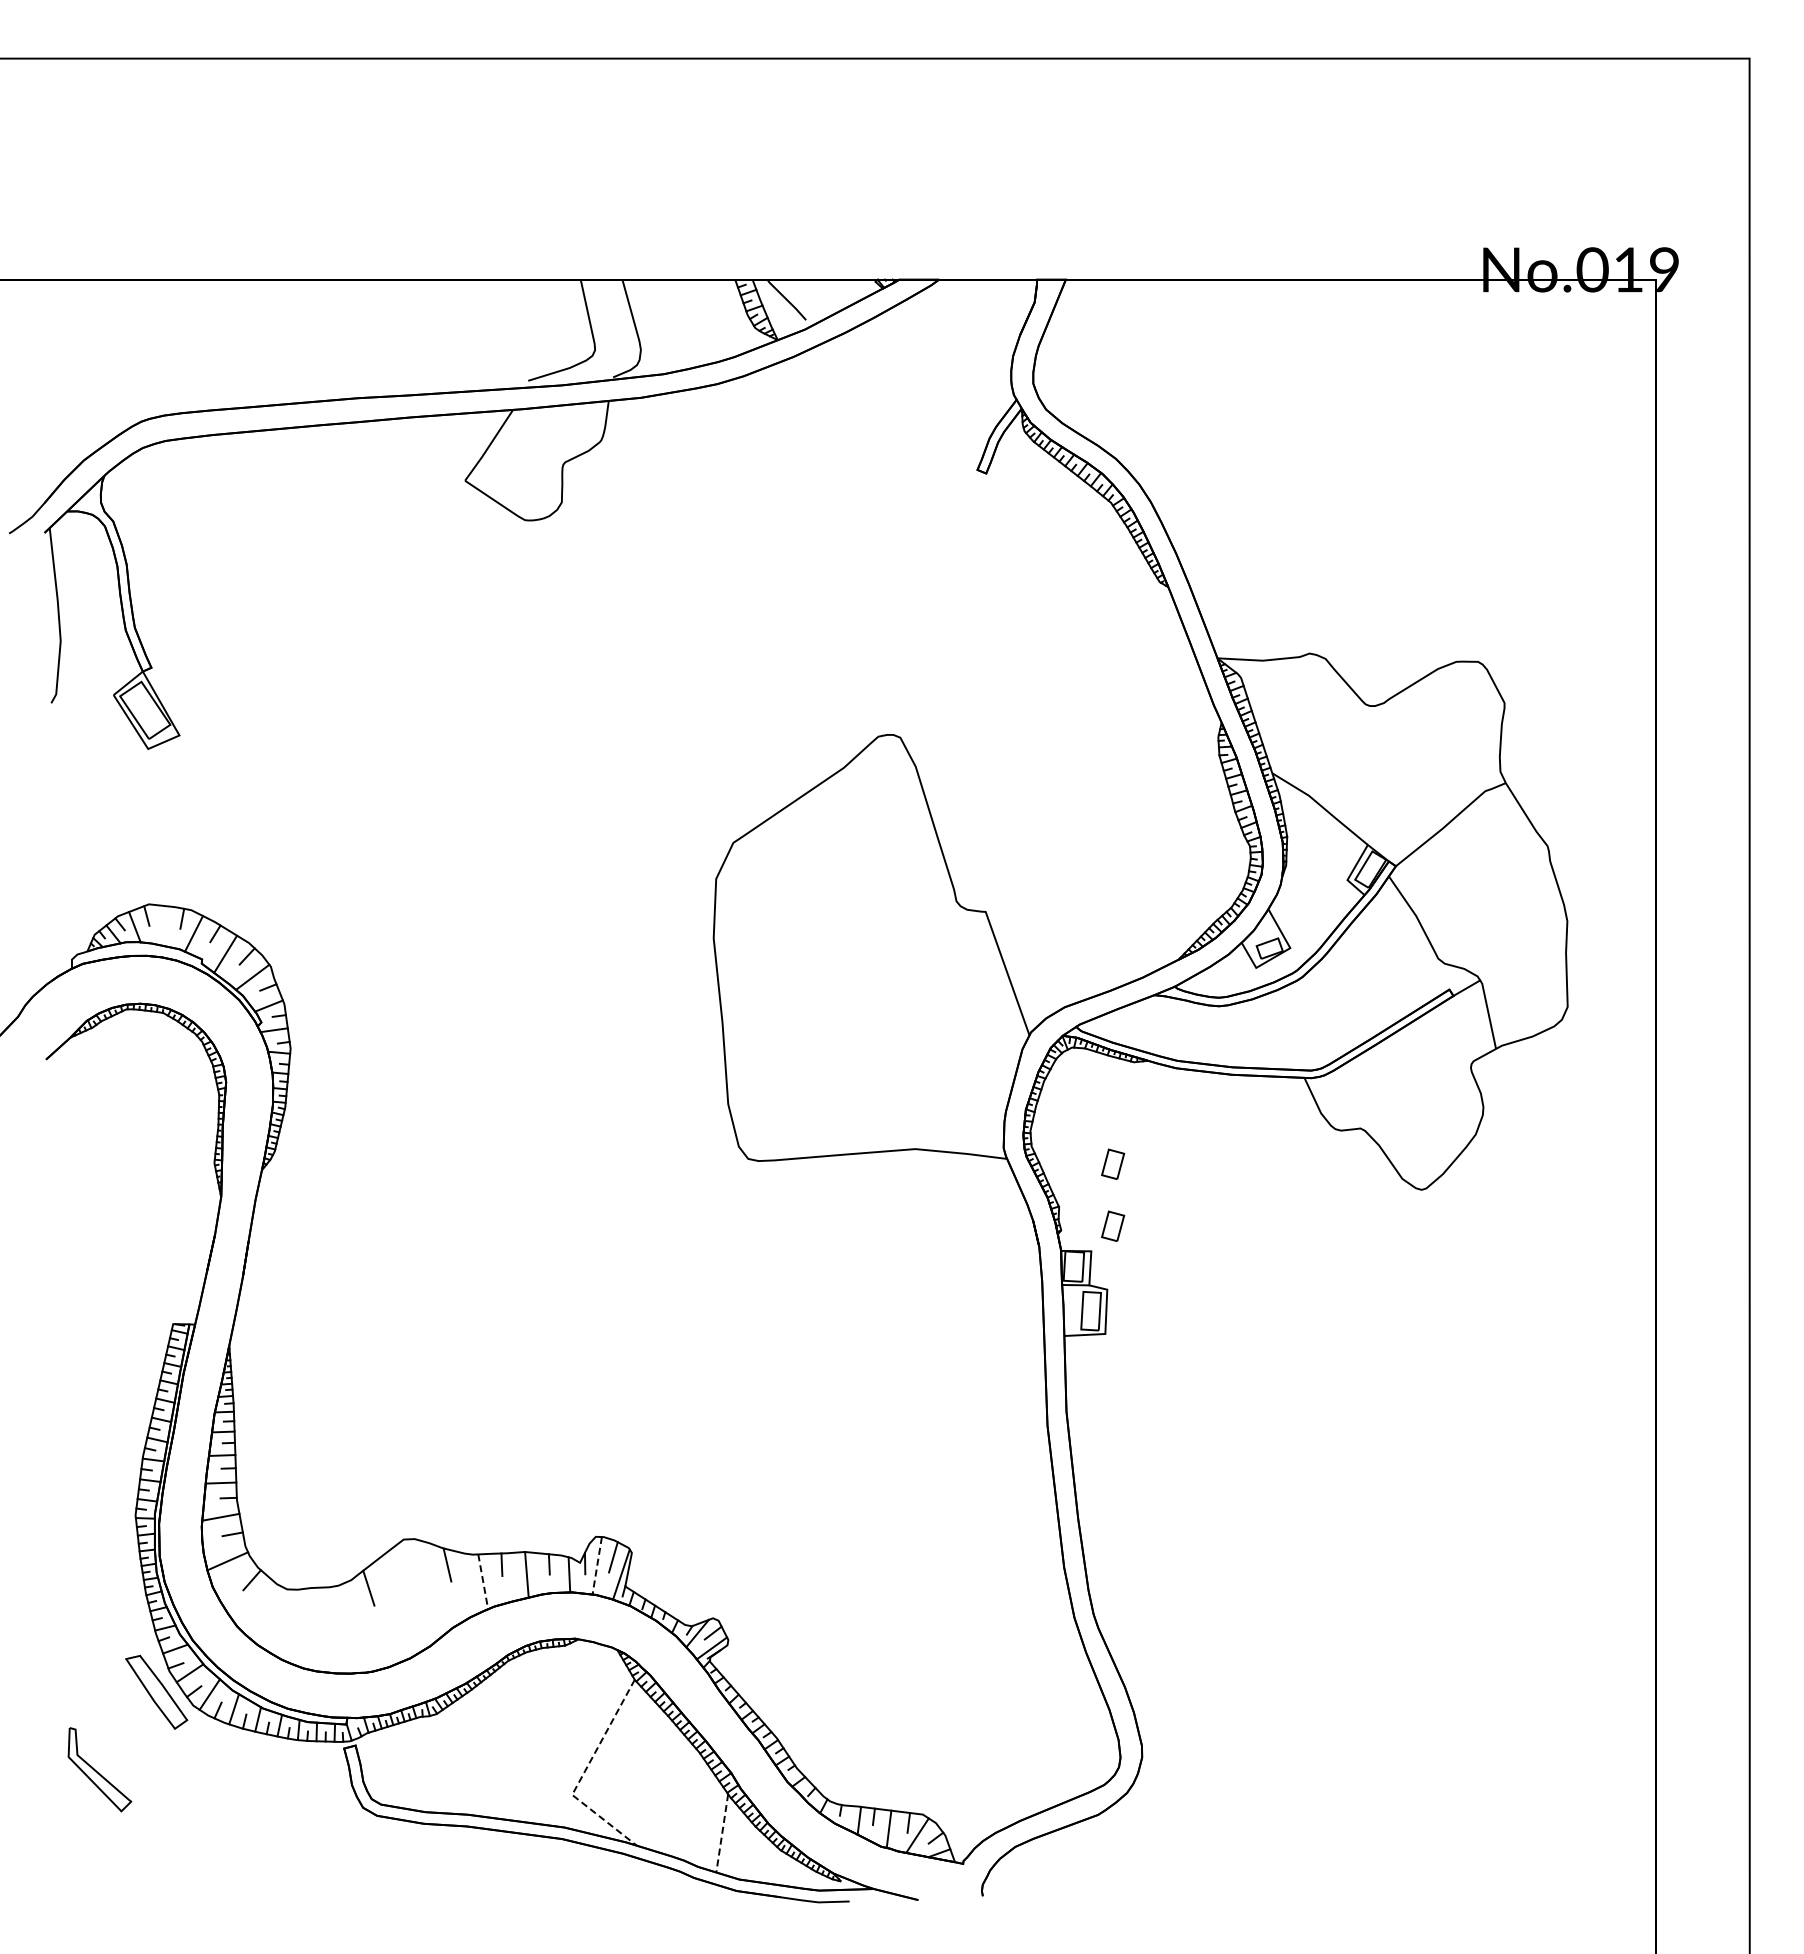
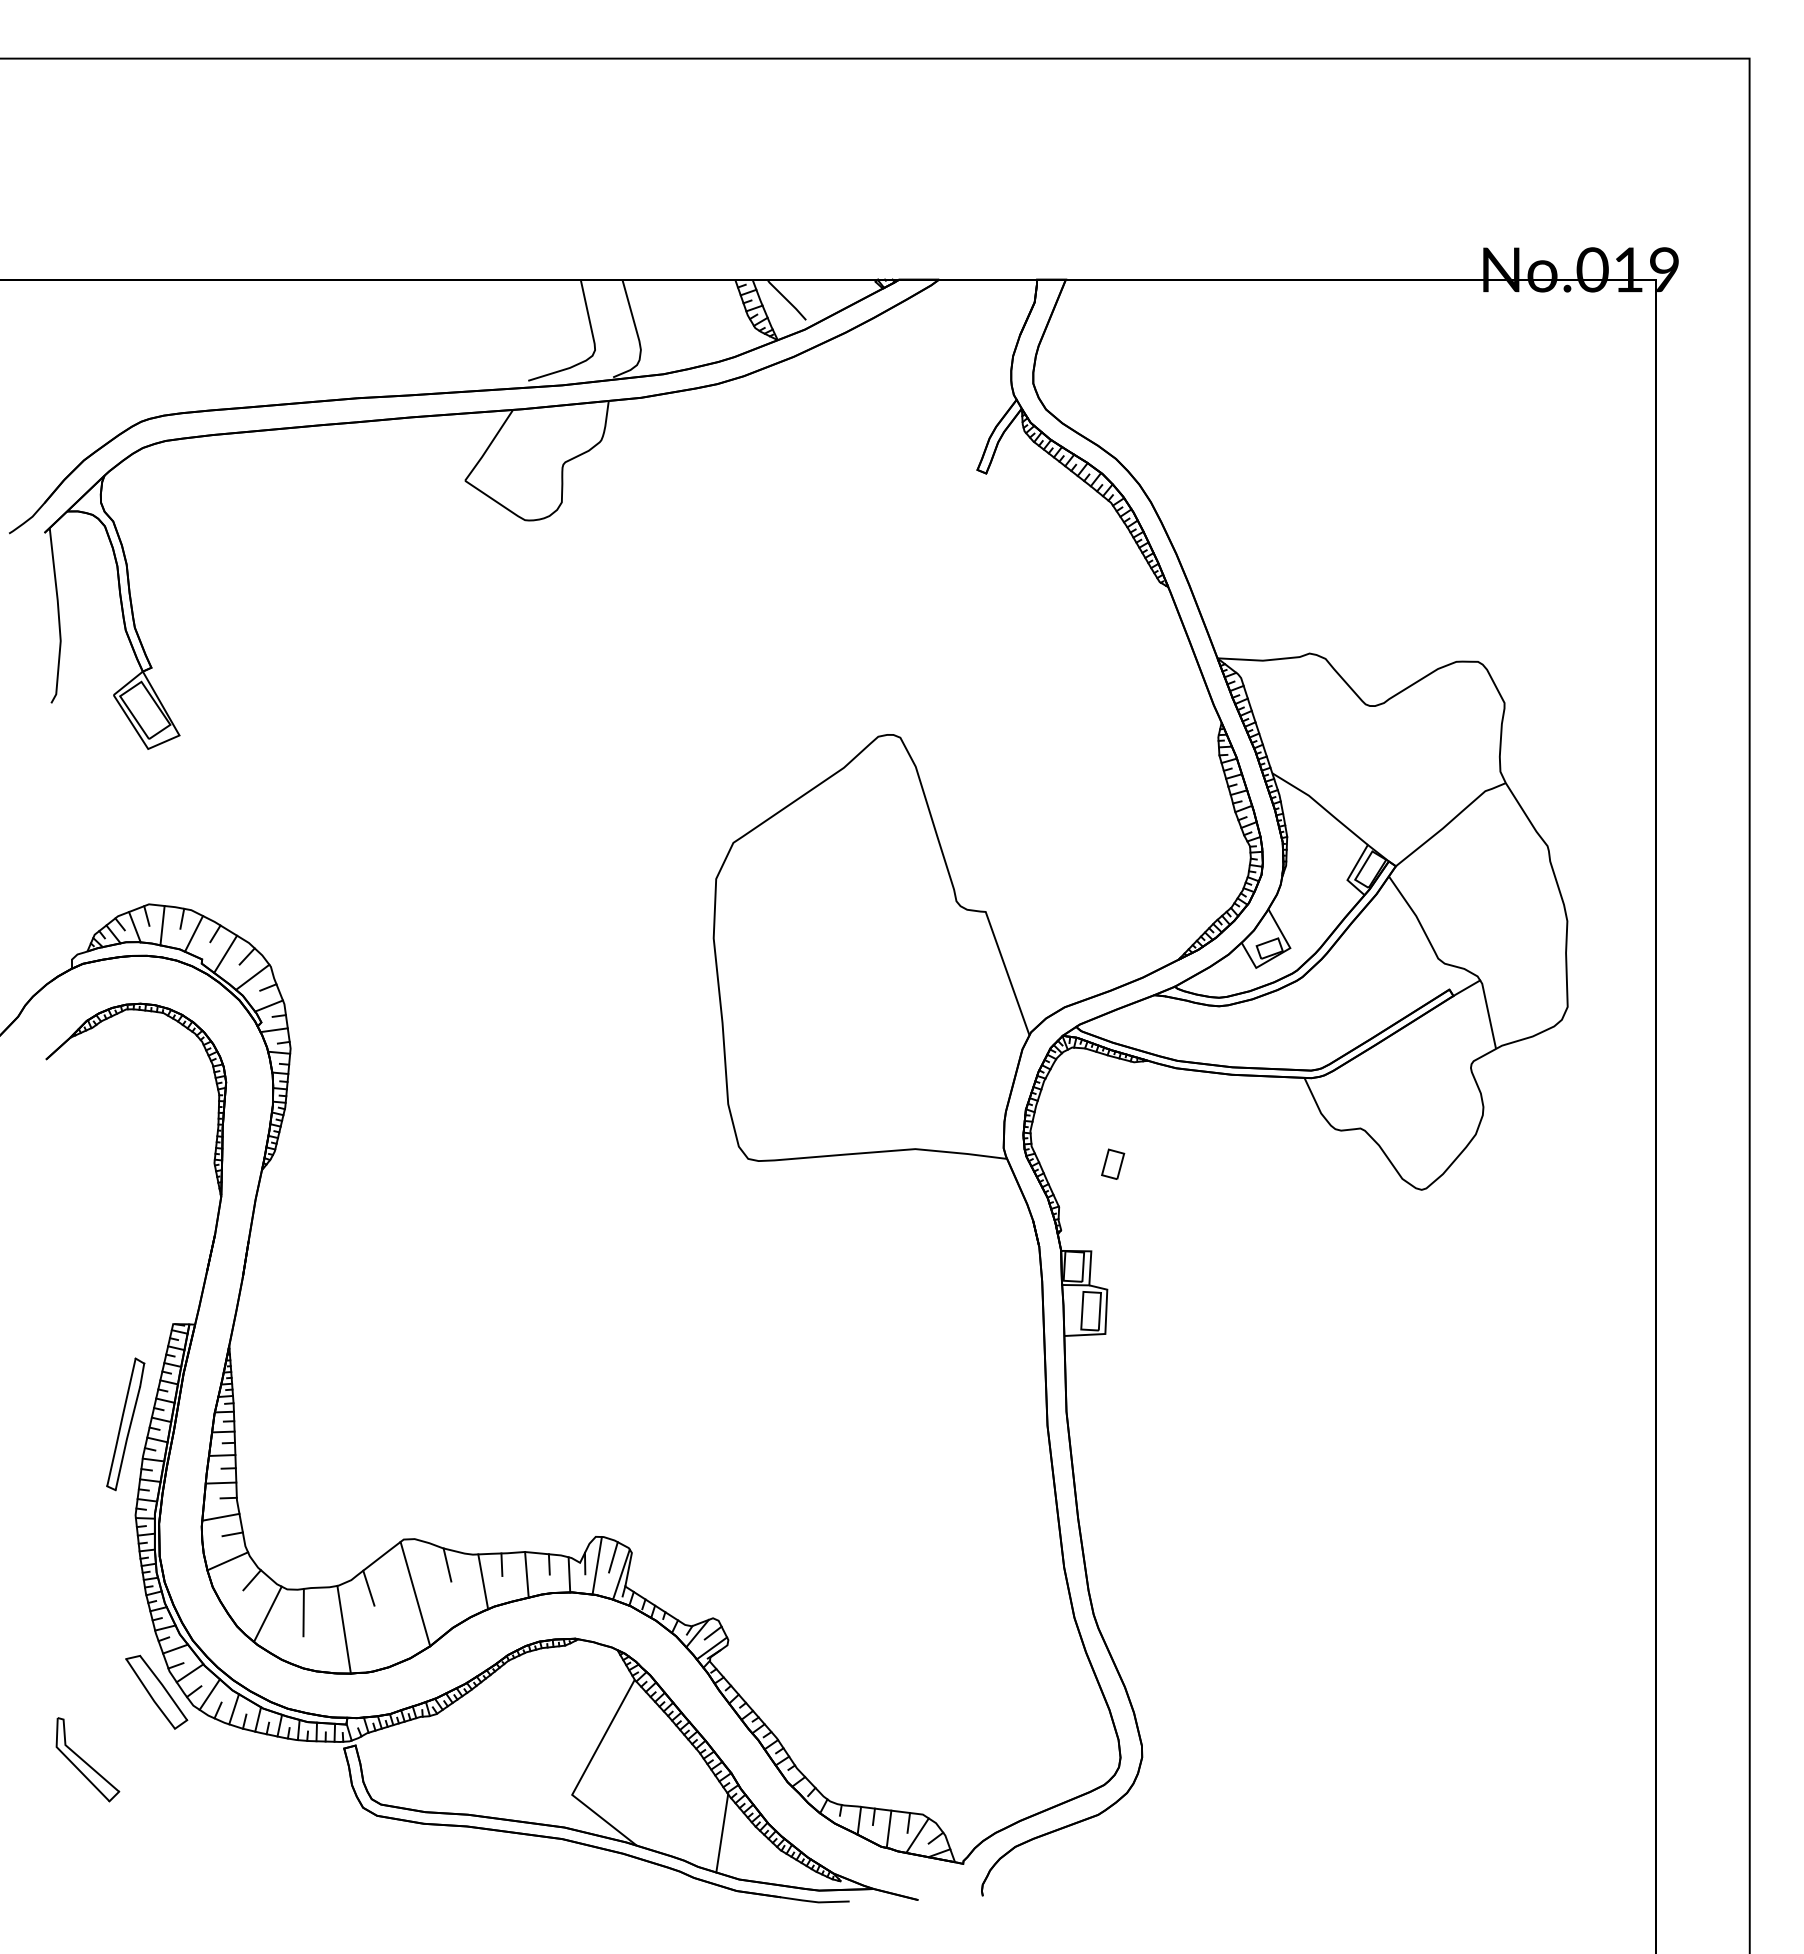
line at (162, 925): none -> present
part at (1113, 1225): present -> none
part at (125, 1424): none -> present
line at (597, 1566): dashed -> solid
line at (483, 1581): dashed -> solid
line at (415, 1593): none -> present
line at (303, 1612): none -> present
line at (267, 1613): none -> present
line at (343, 1629): none -> present
part at (99, 1769) position: (99, 1769) -> (87, 1759)
line at (583, 1773): dashed -> solid
line at (722, 1833): dashed -> solid
